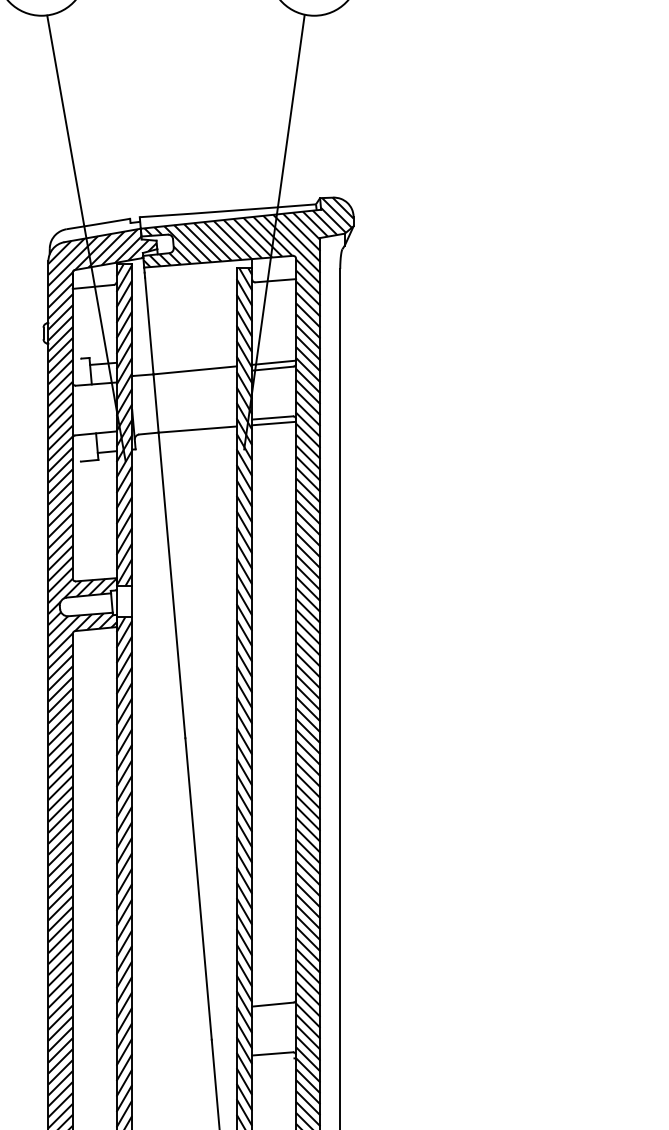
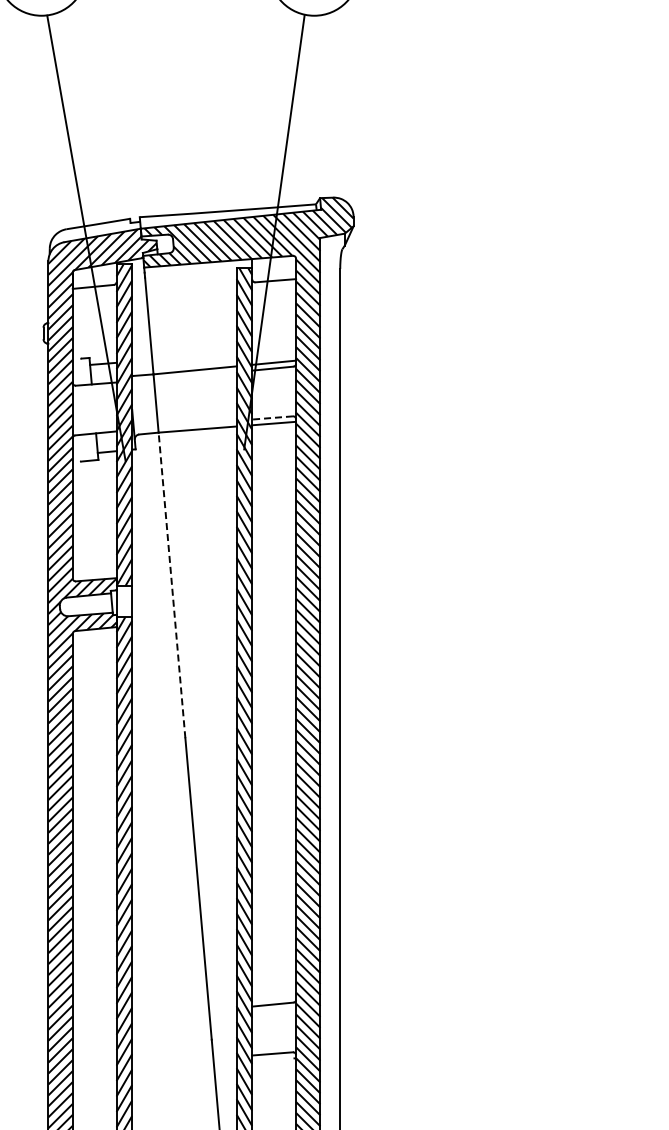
line at (272, 418): solid -> dashed
line at (171, 584): solid -> dashed
